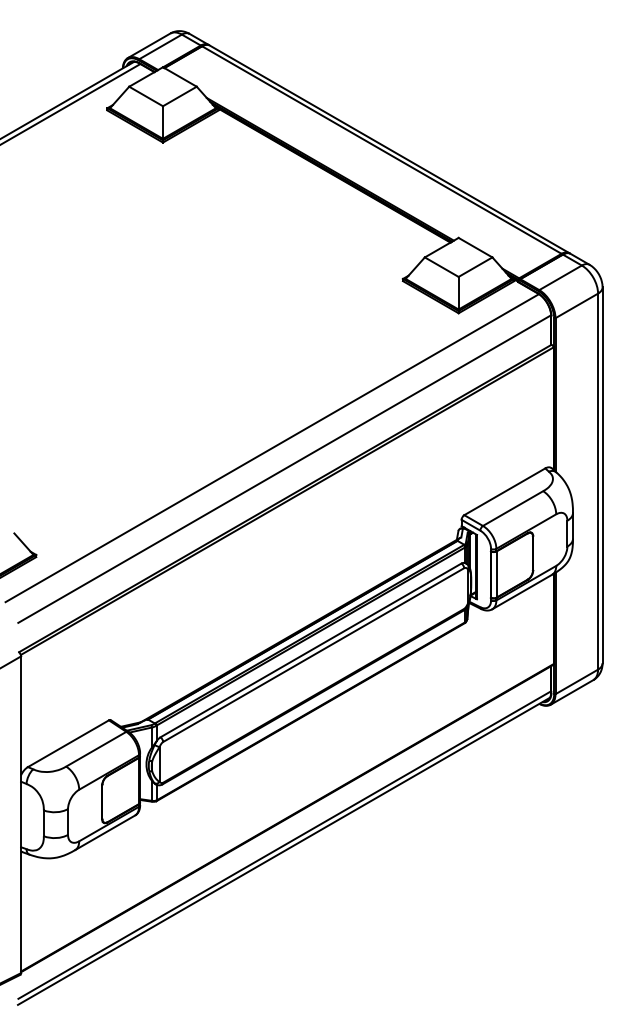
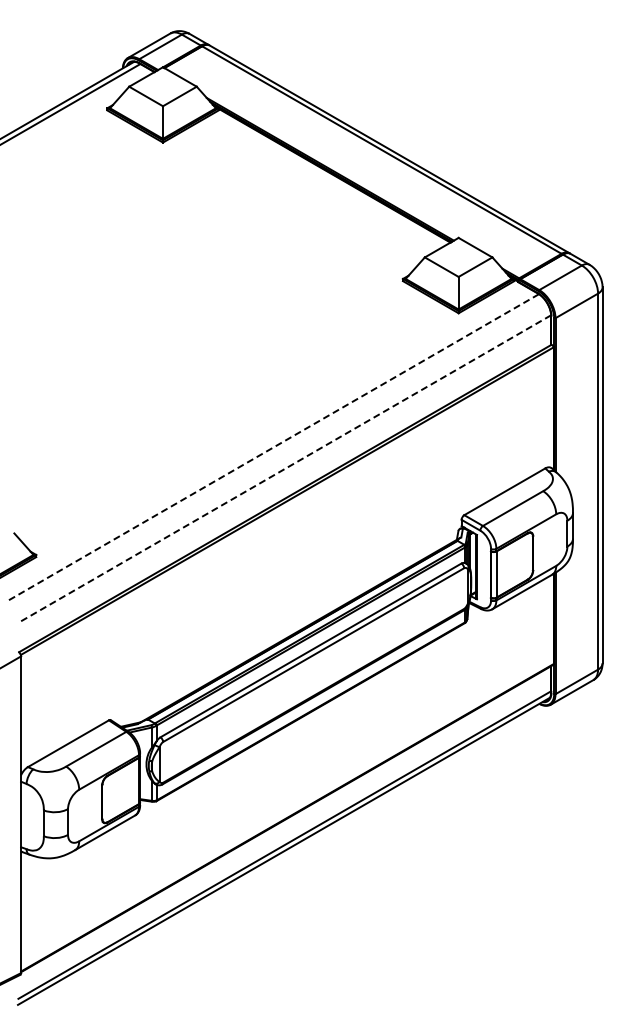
line at (272, 448): solid -> dashed
line at (284, 469): solid -> dashed
